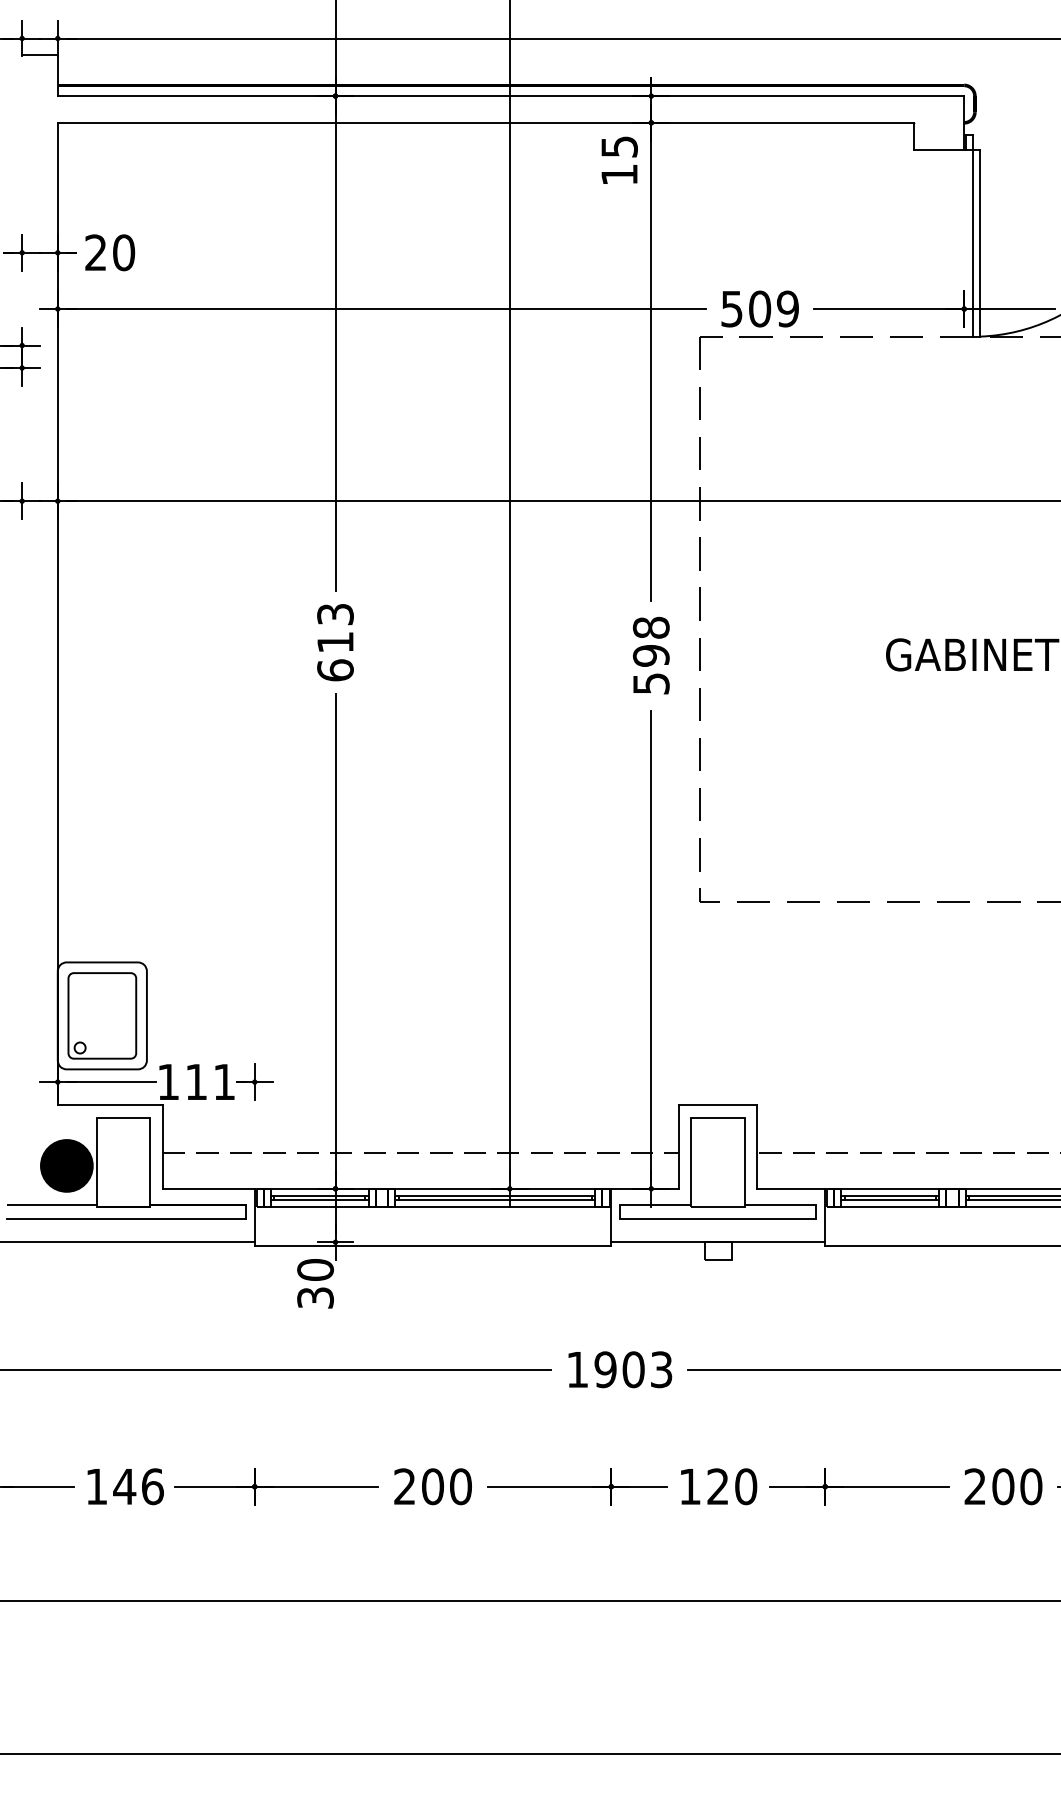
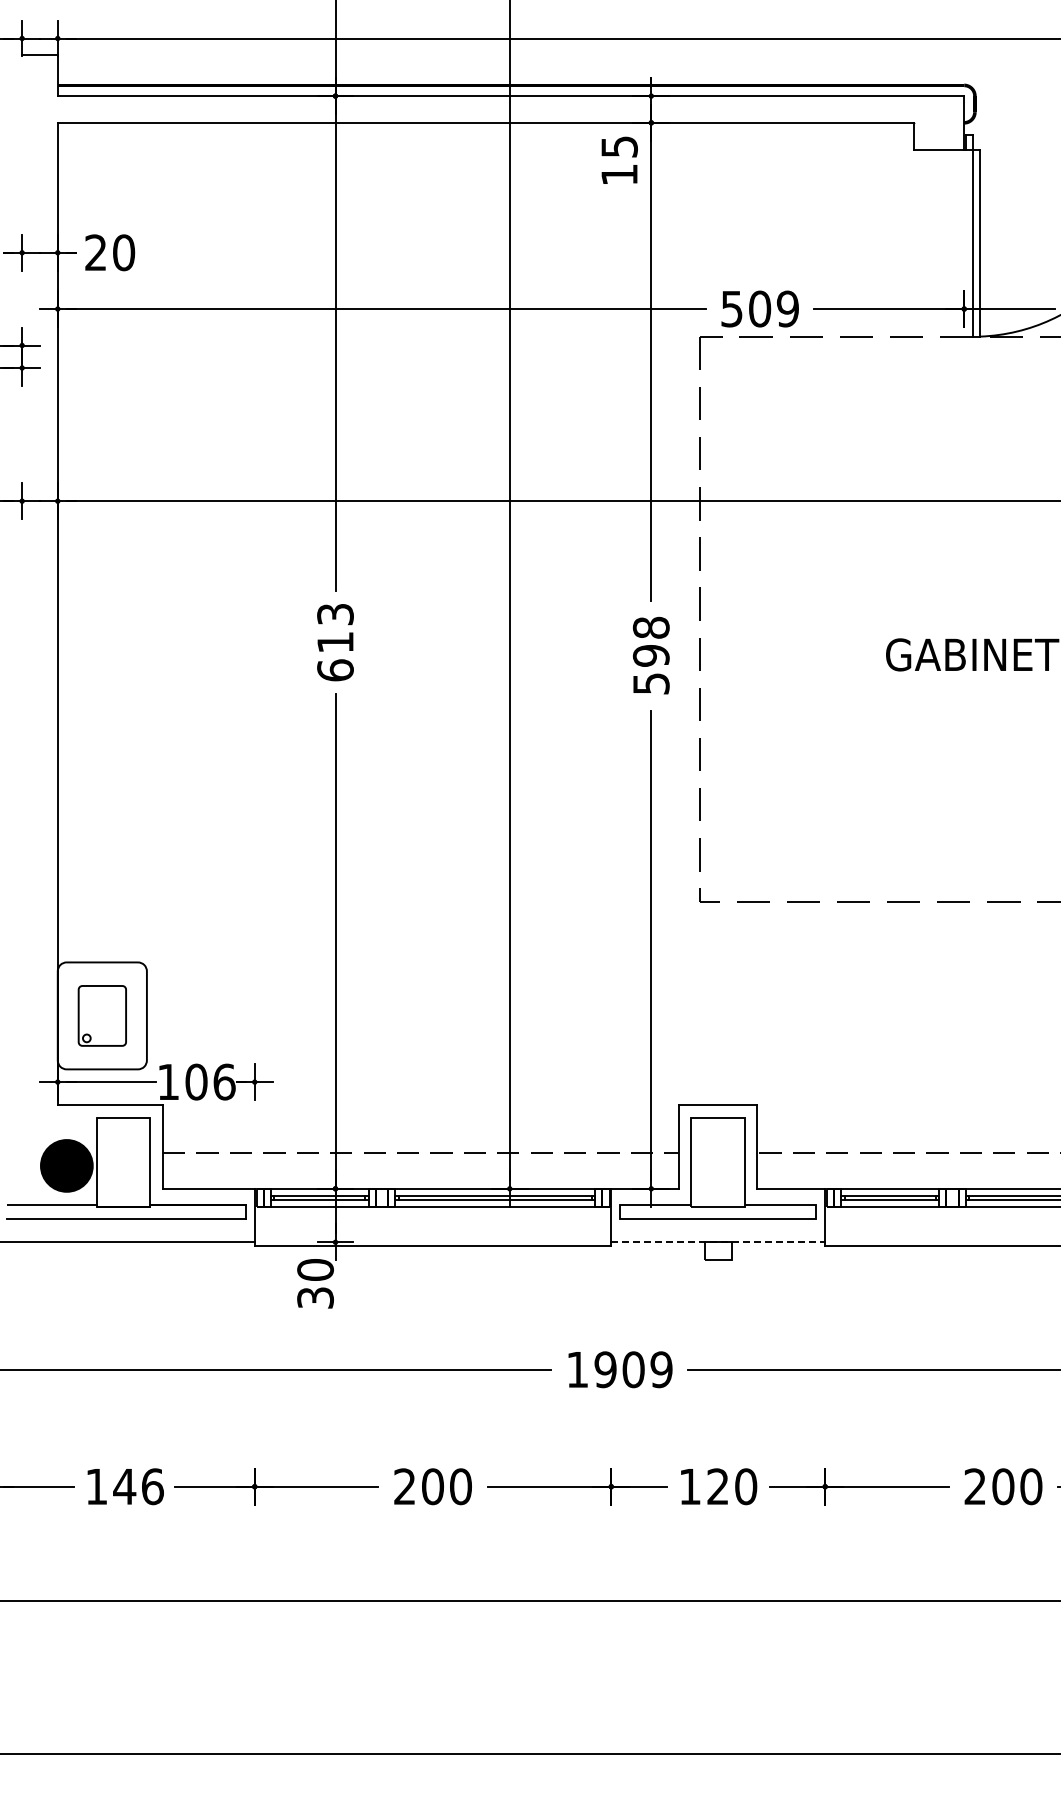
part at (102, 1015) size: 71x88 px -> 50x62 px
text at (210, 1081): 111 -> 106
line at (718, 1242): solid -> dashed
text at (661, 1369): 1903 -> 1909
